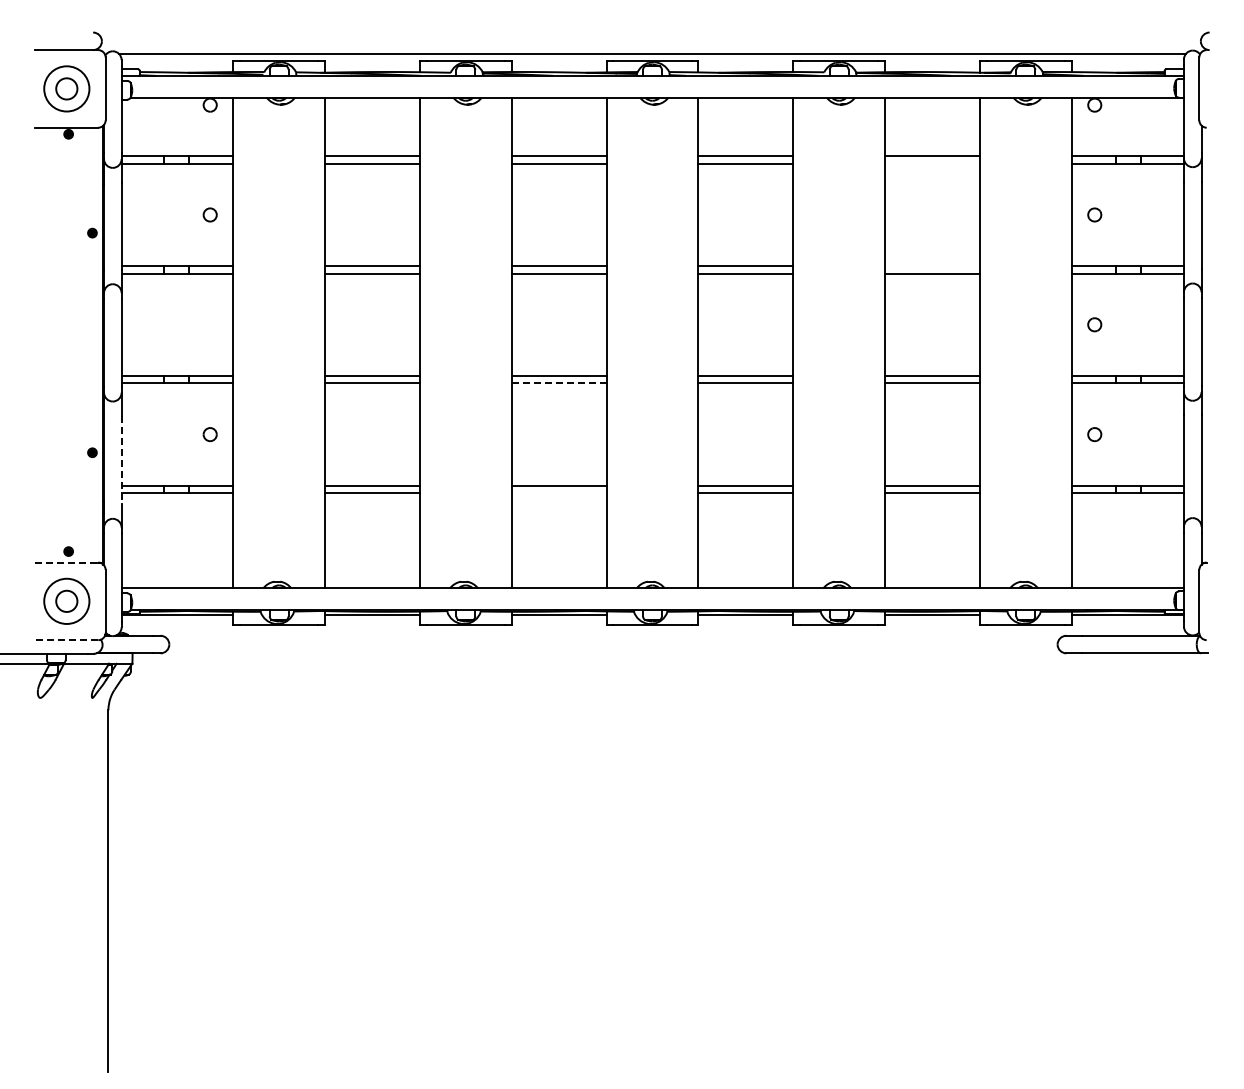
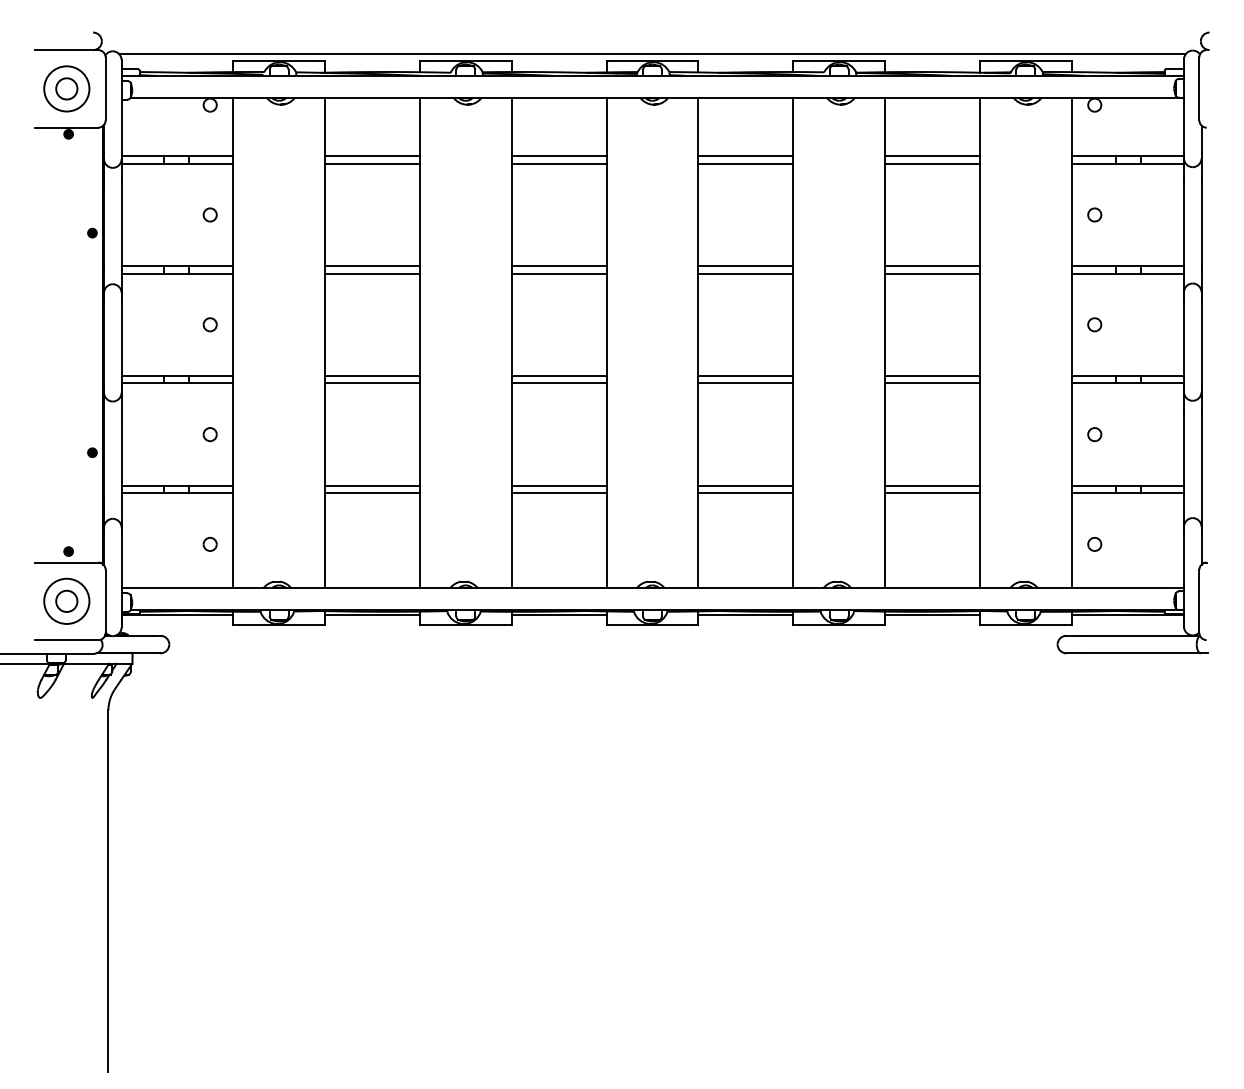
line at (932, 163): none -> present
line at (932, 266): none -> present
part at (209, 324): none -> present
line at (559, 383): dashed -> solid
line at (121, 460): dashed -> solid
line at (558, 493): none -> present
part at (209, 544): none -> present
part at (1094, 544): none -> present
line at (67, 562): dashed -> solid
line at (66, 640): dashed -> solid
